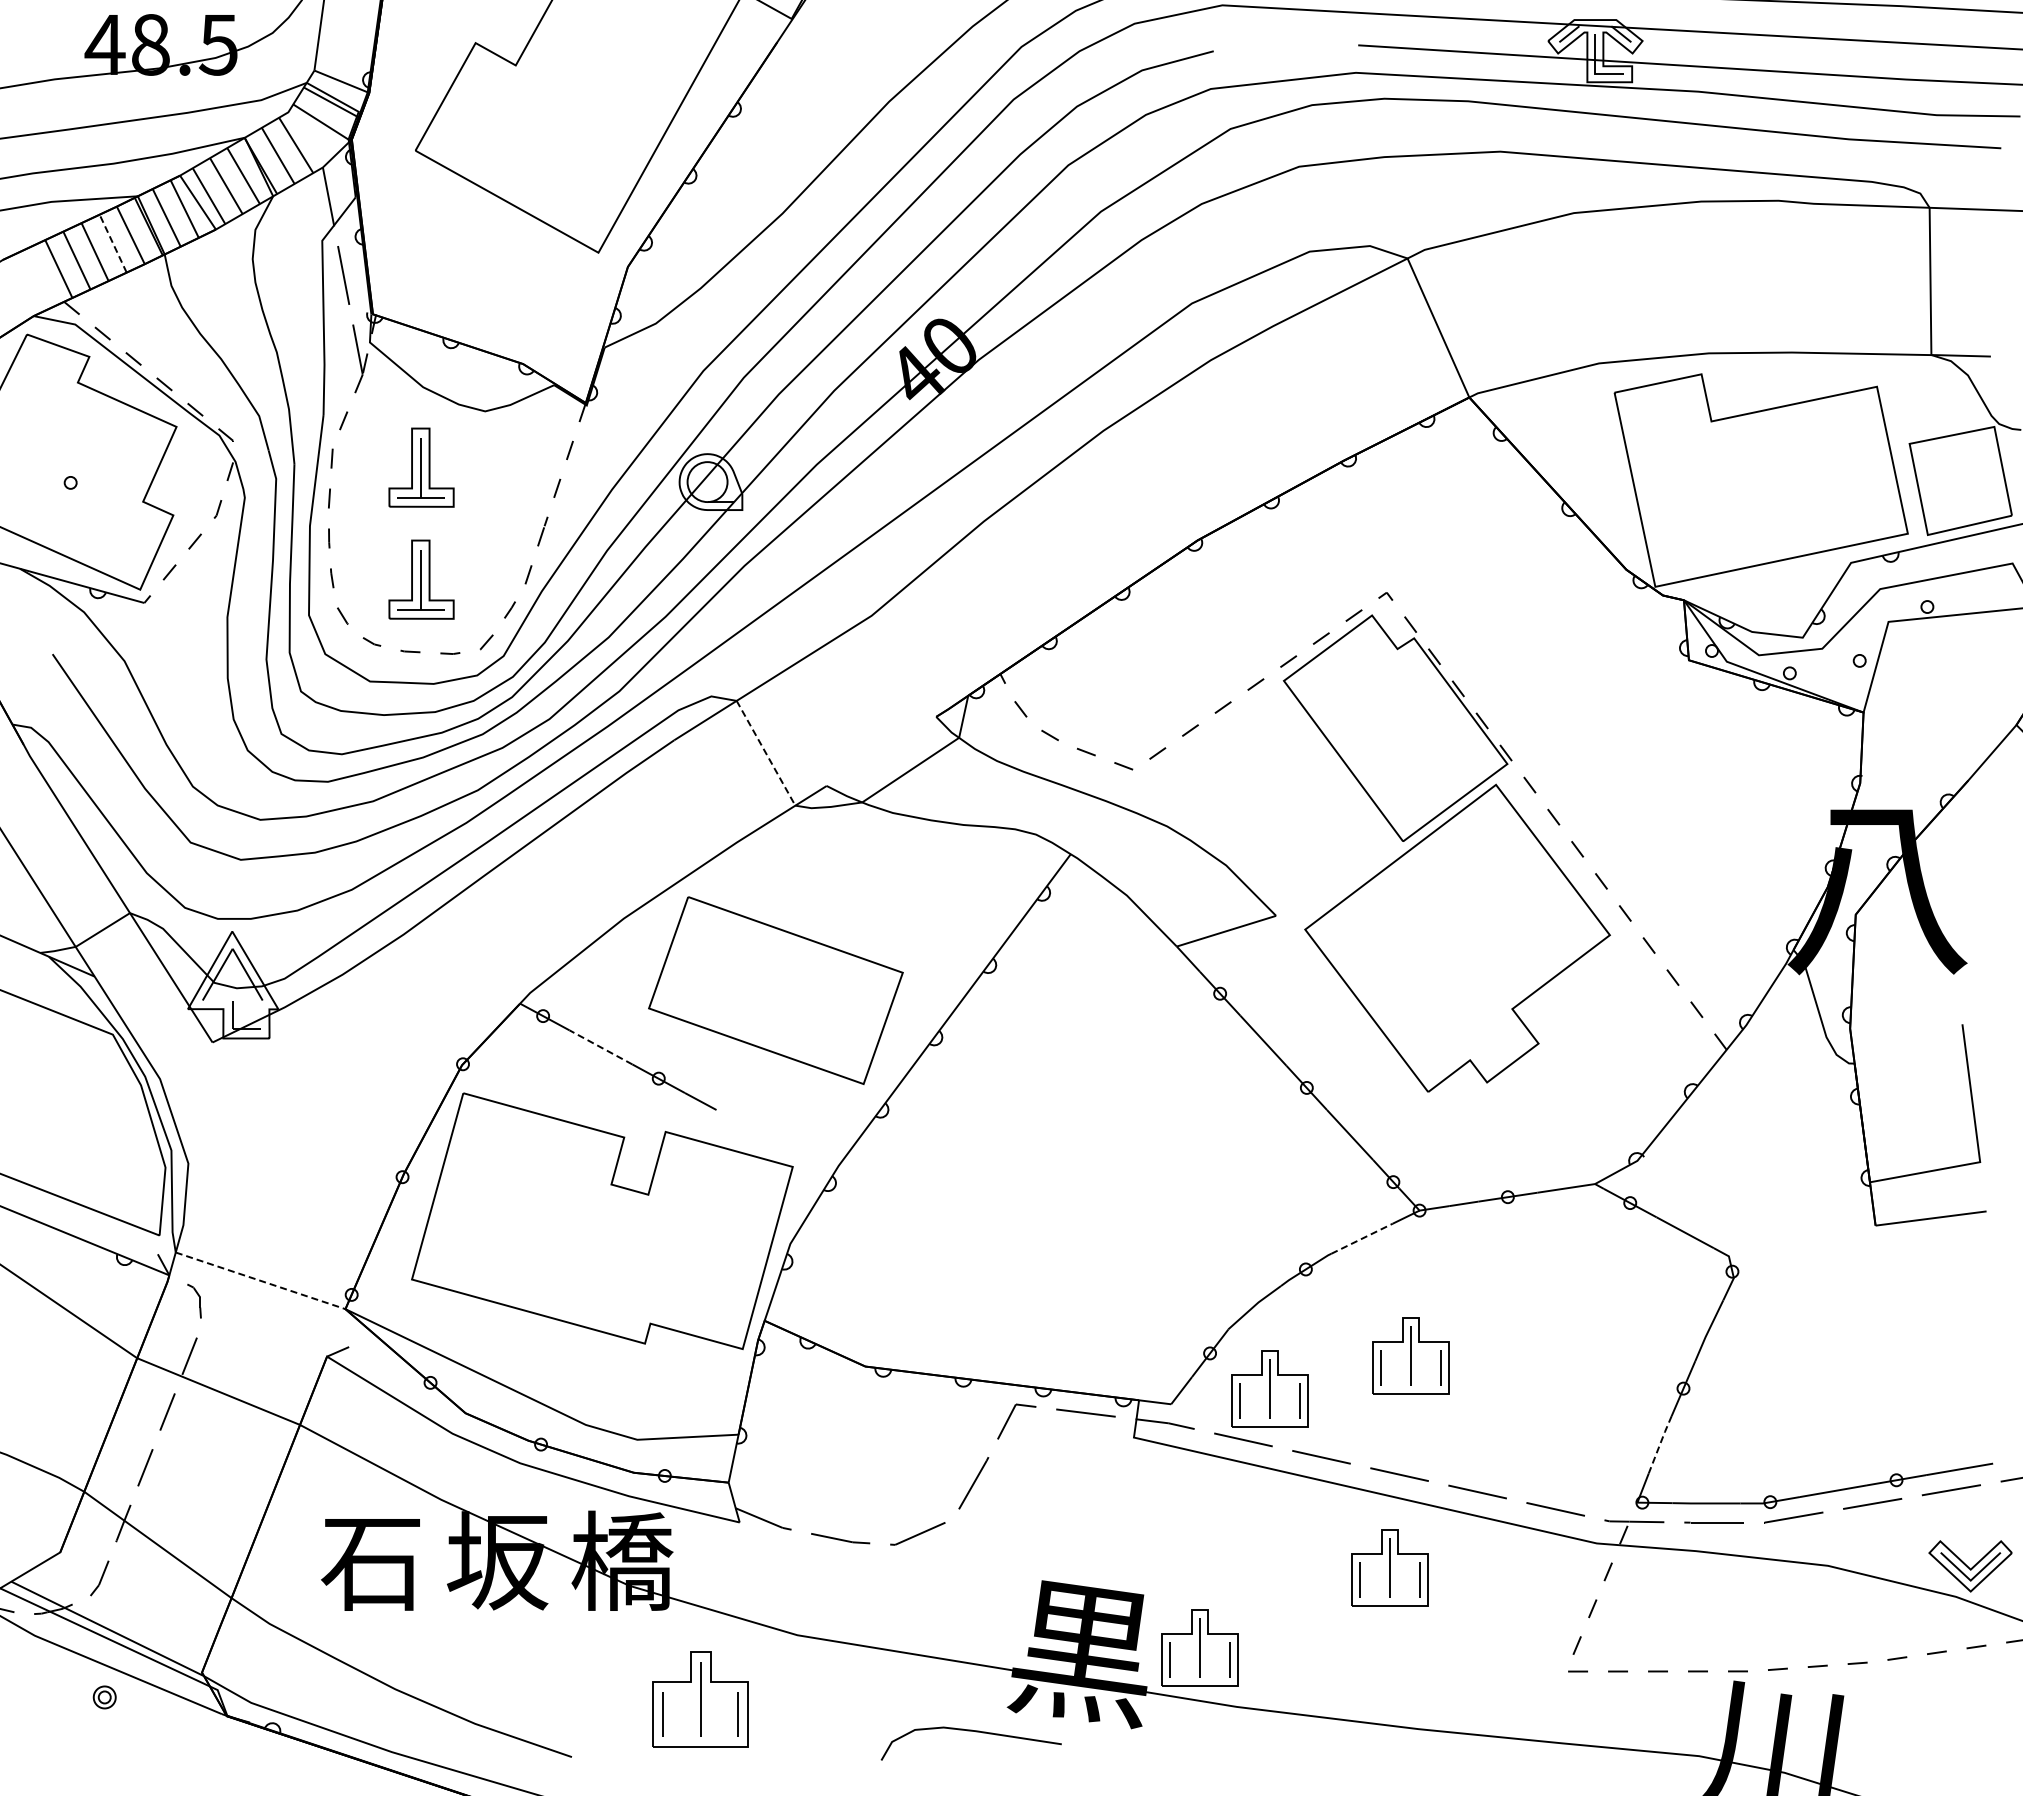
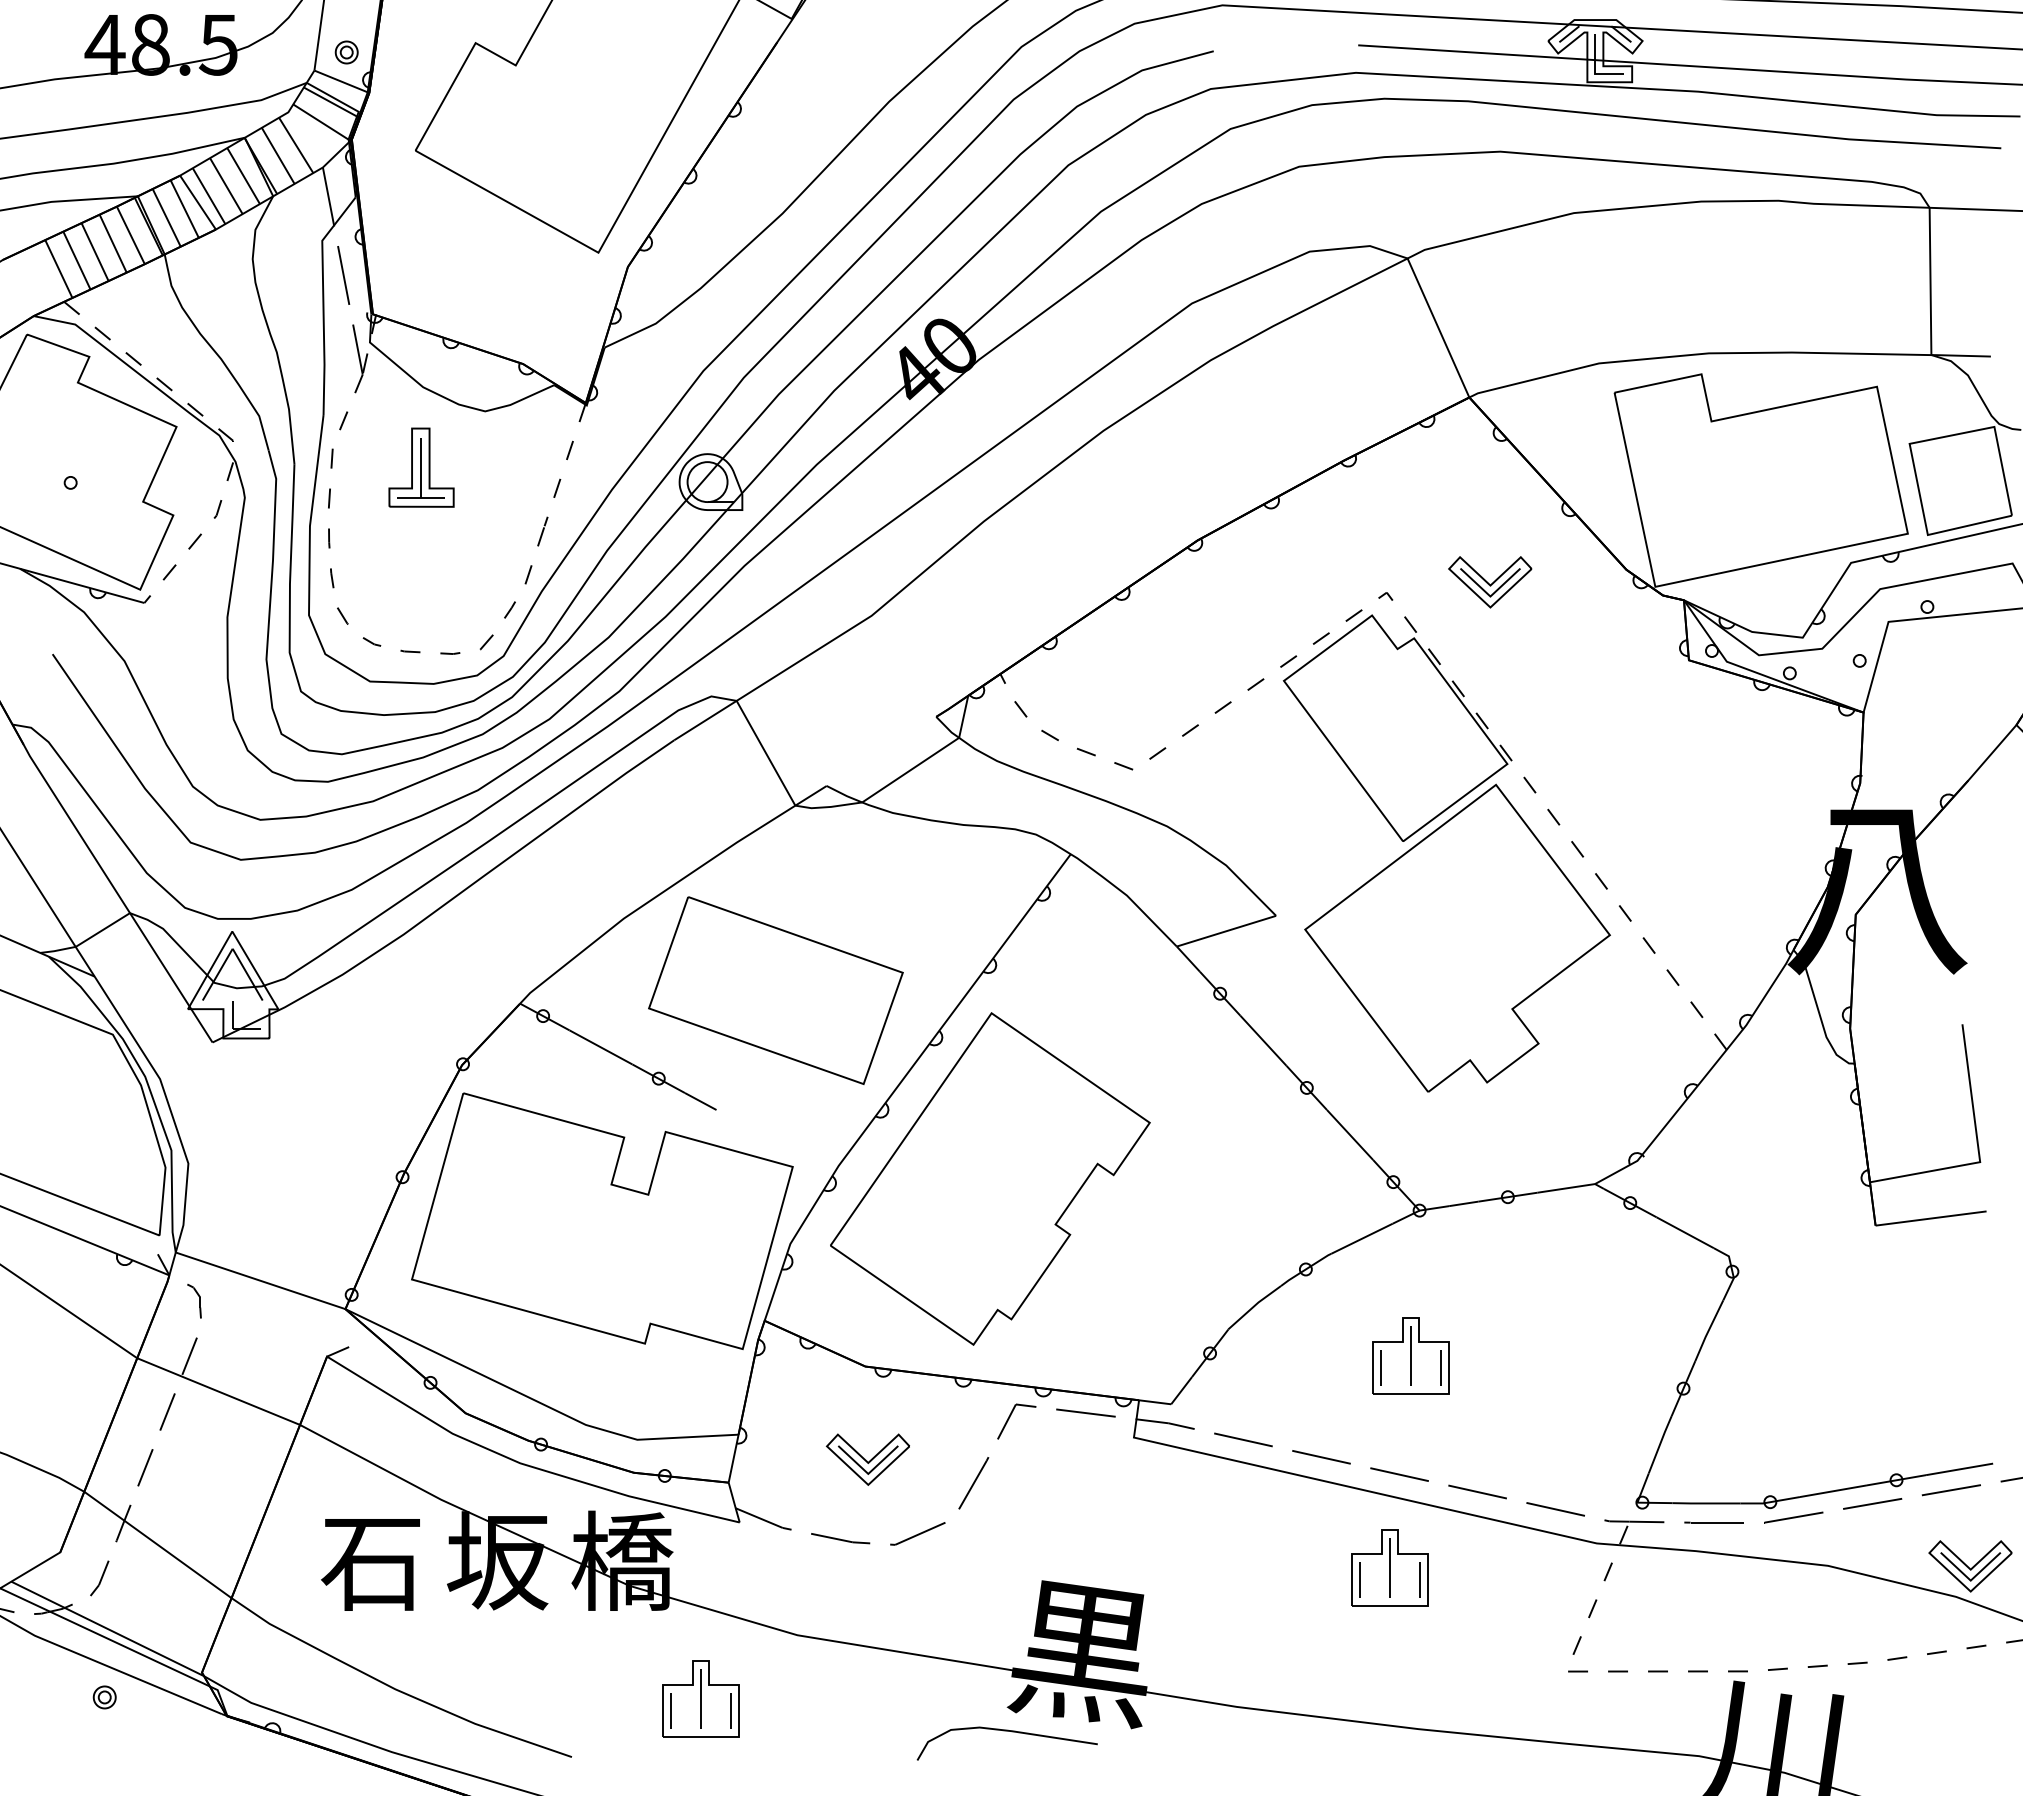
part at (346, 52): none -> present
line at (113, 243): dashed -> solid
part at (421, 579): present -> none
part at (1490, 582): none -> present
line at (766, 753): dashed -> solid
line at (600, 1047): dashed -> solid
part at (990, 1178): none -> present
line at (1362, 1238): dashed -> solid
line at (261, 1280): dashed -> solid
part at (1269, 1388): present -> none
line at (1660, 1443): dashed -> solid
part at (867, 1459): none -> present
part at (1199, 1647): present -> none
part at (700, 1699) size: 97x97 px -> 78x78 px
curve at (970, 1731) position: (970, 1731) -> (1006, 1731)
